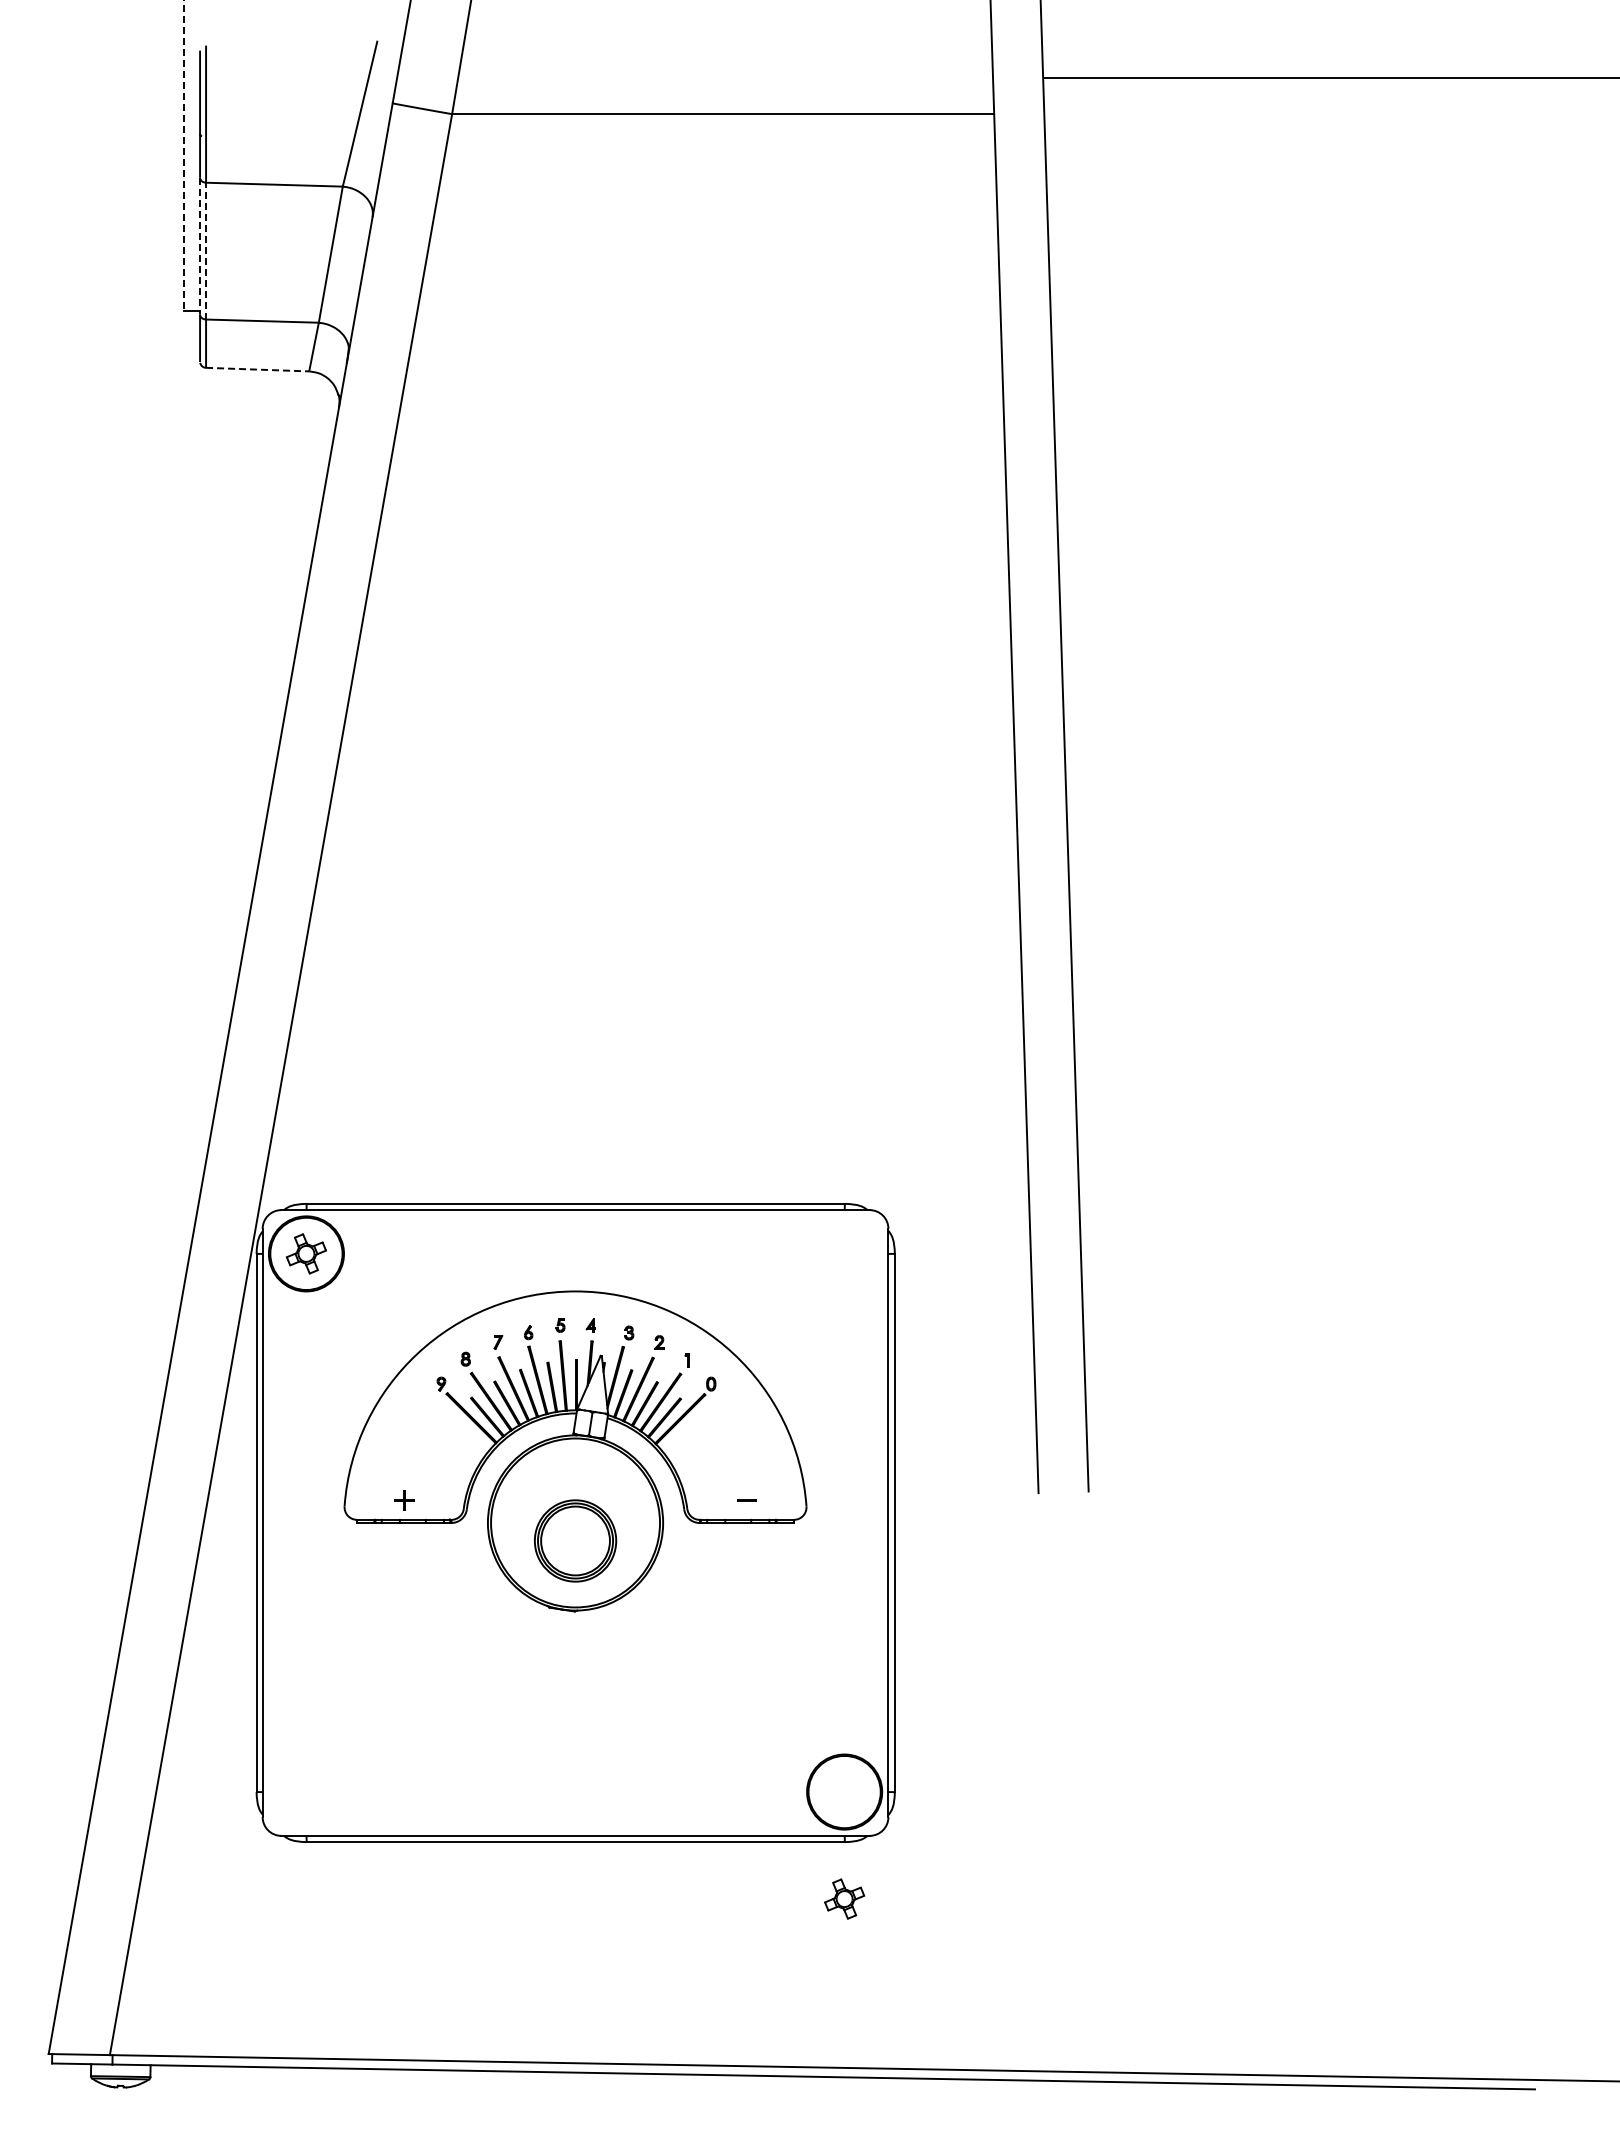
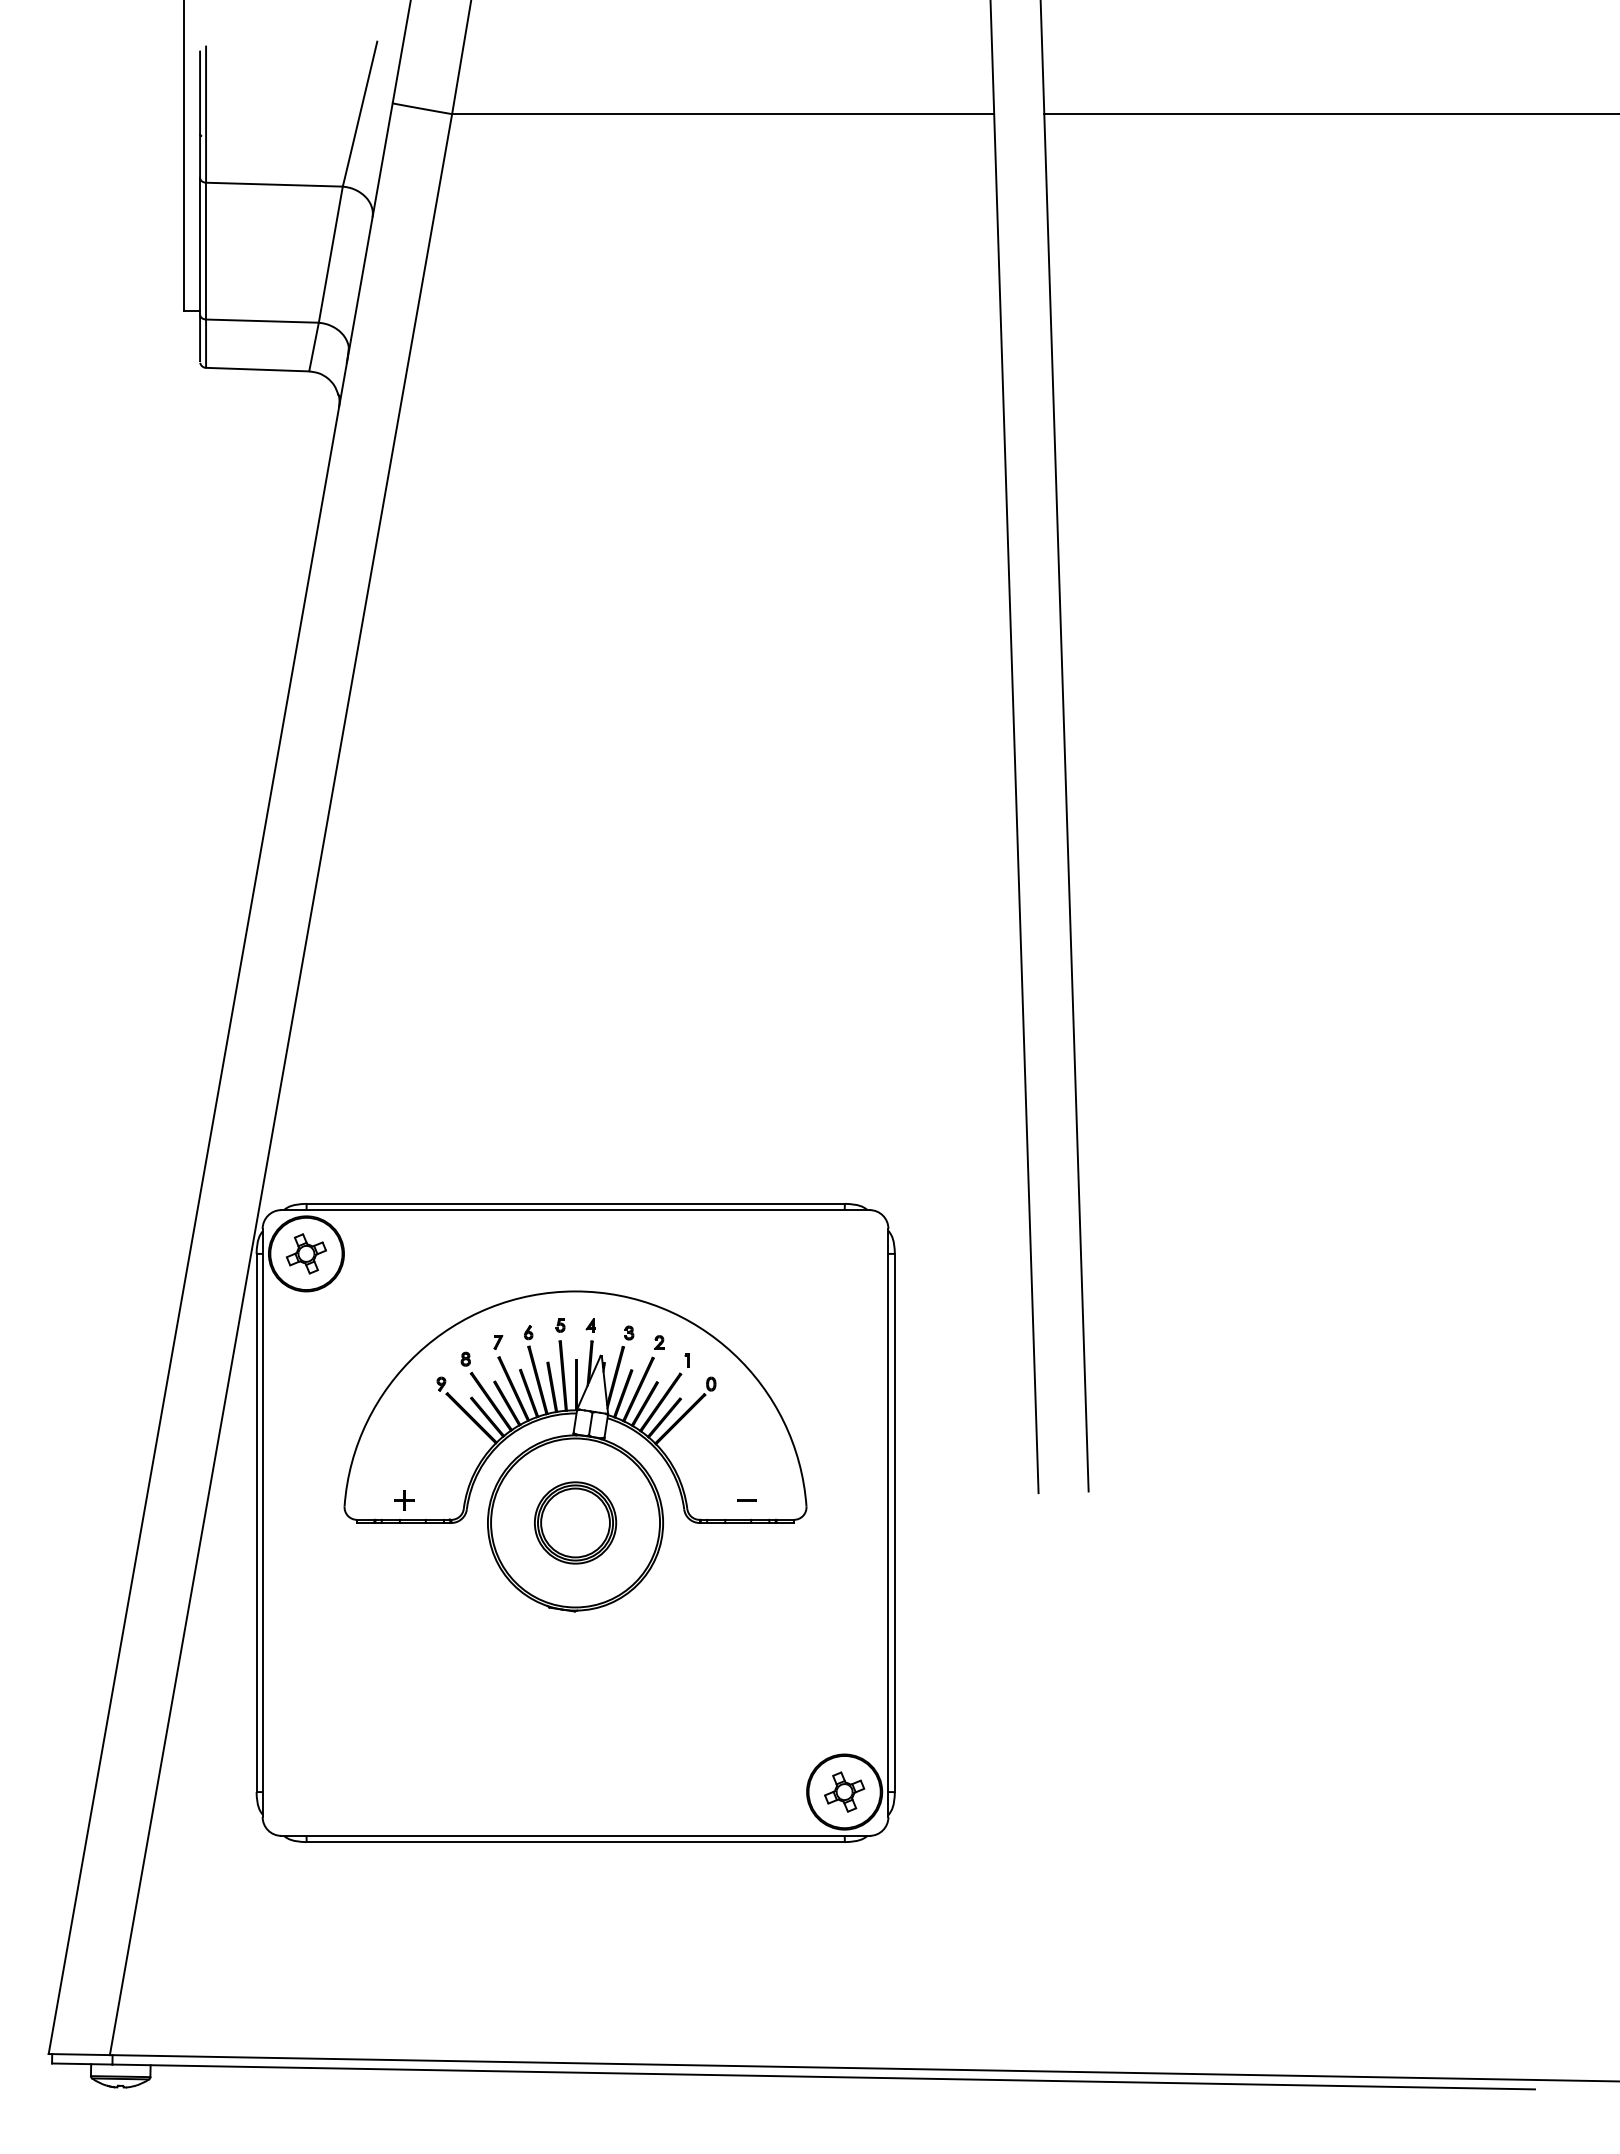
line at (1330, 78) position: (1330, 78) -> (1330, 114)
line at (184, 156): dashed -> solid
line at (200, 246): dashed -> solid
line at (206, 250): dashed -> solid
line at (257, 369): dashed -> solid
part at (575, 1540) position: (575, 1540) -> (575, 1522)
part at (844, 1898) position: (844, 1898) -> (844, 1791)
